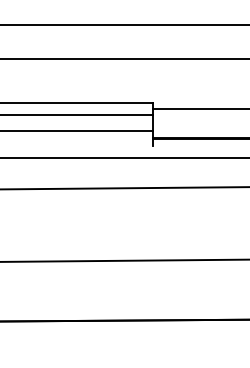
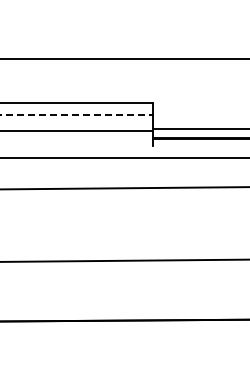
line at (124, 25): present -> none
line at (199, 109) position: (199, 109) -> (199, 129)
line at (77, 115): solid -> dashed
